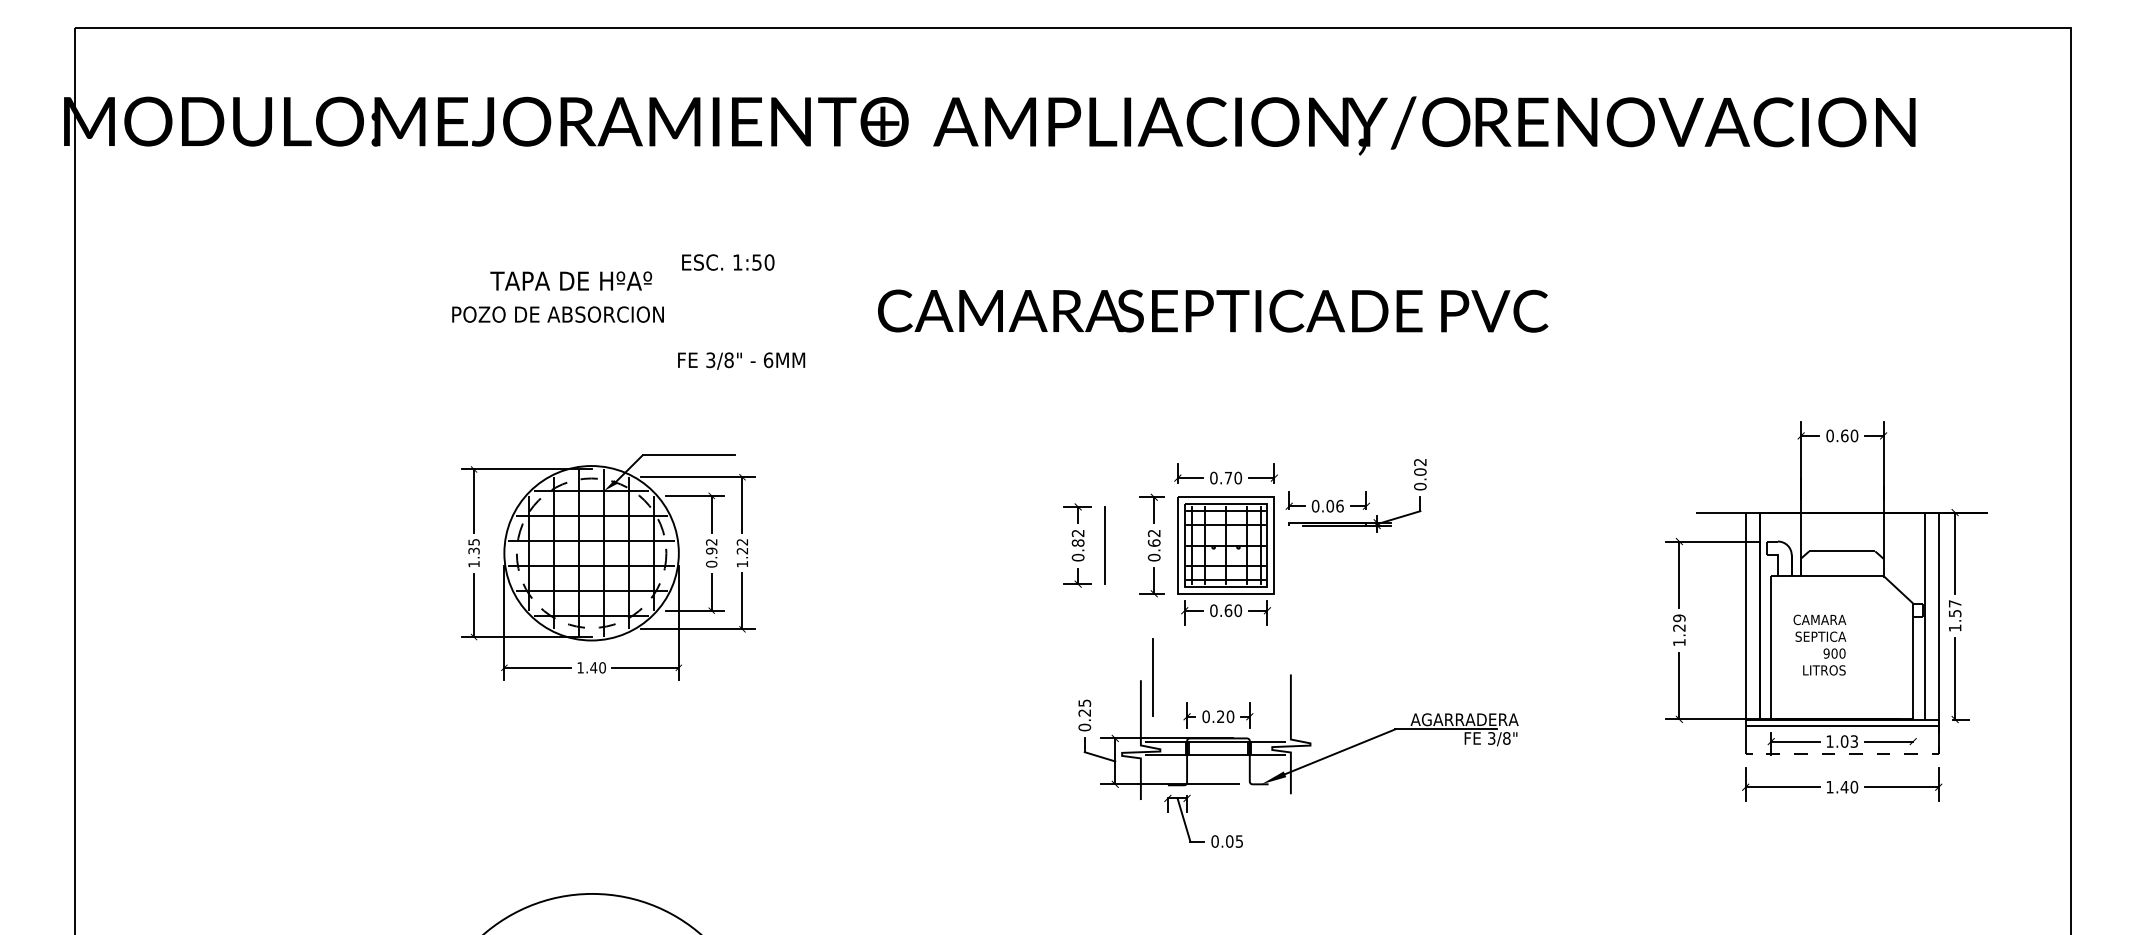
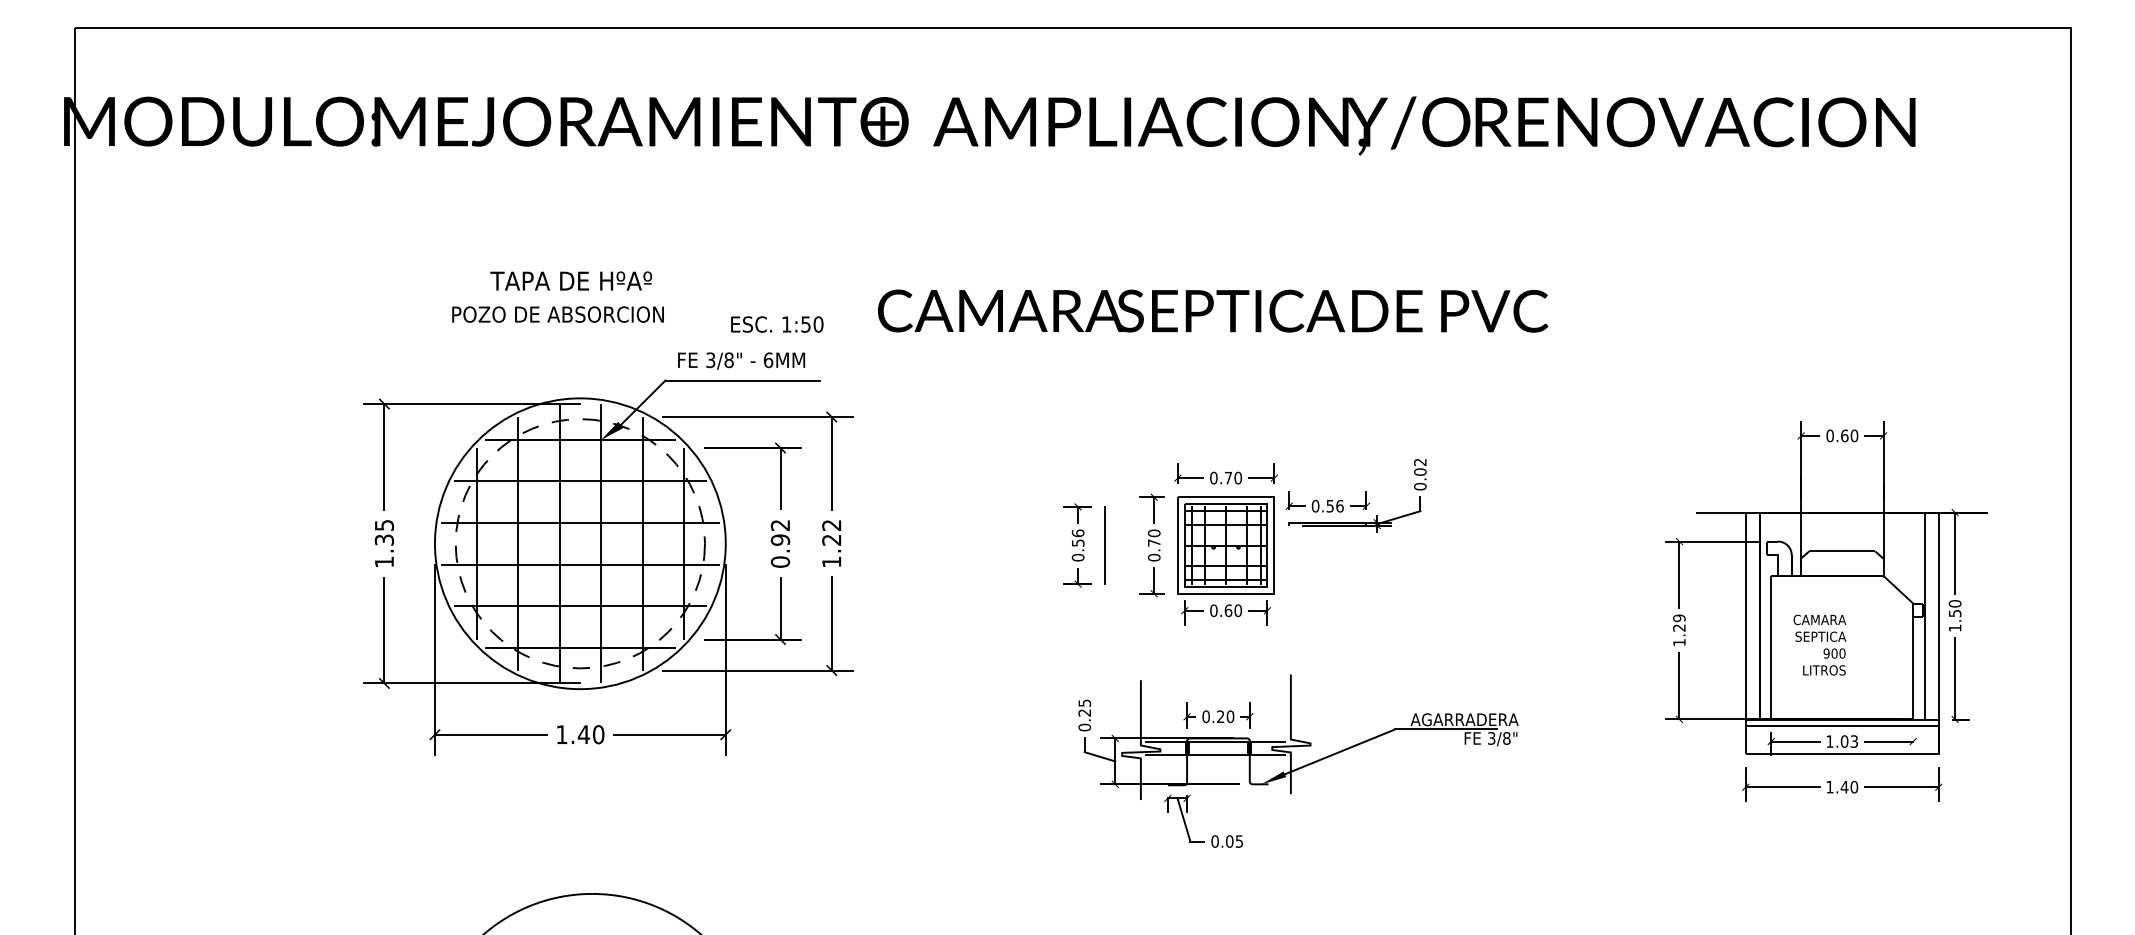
text at (728, 262) position: (728, 262) -> (777, 324)
text at (1330, 505): 0.06 -> 0.56
text at (1077, 537): 0.82 -> 0.56
text at (1153, 537): 0.62 -> 0.70
part at (608, 567) size: 295x227 px -> 491x377 px
text at (1954, 603): 1.57 -> 1.50
line at (1152, 677): present -> none
line at (1860, 753): dashed -> solid
